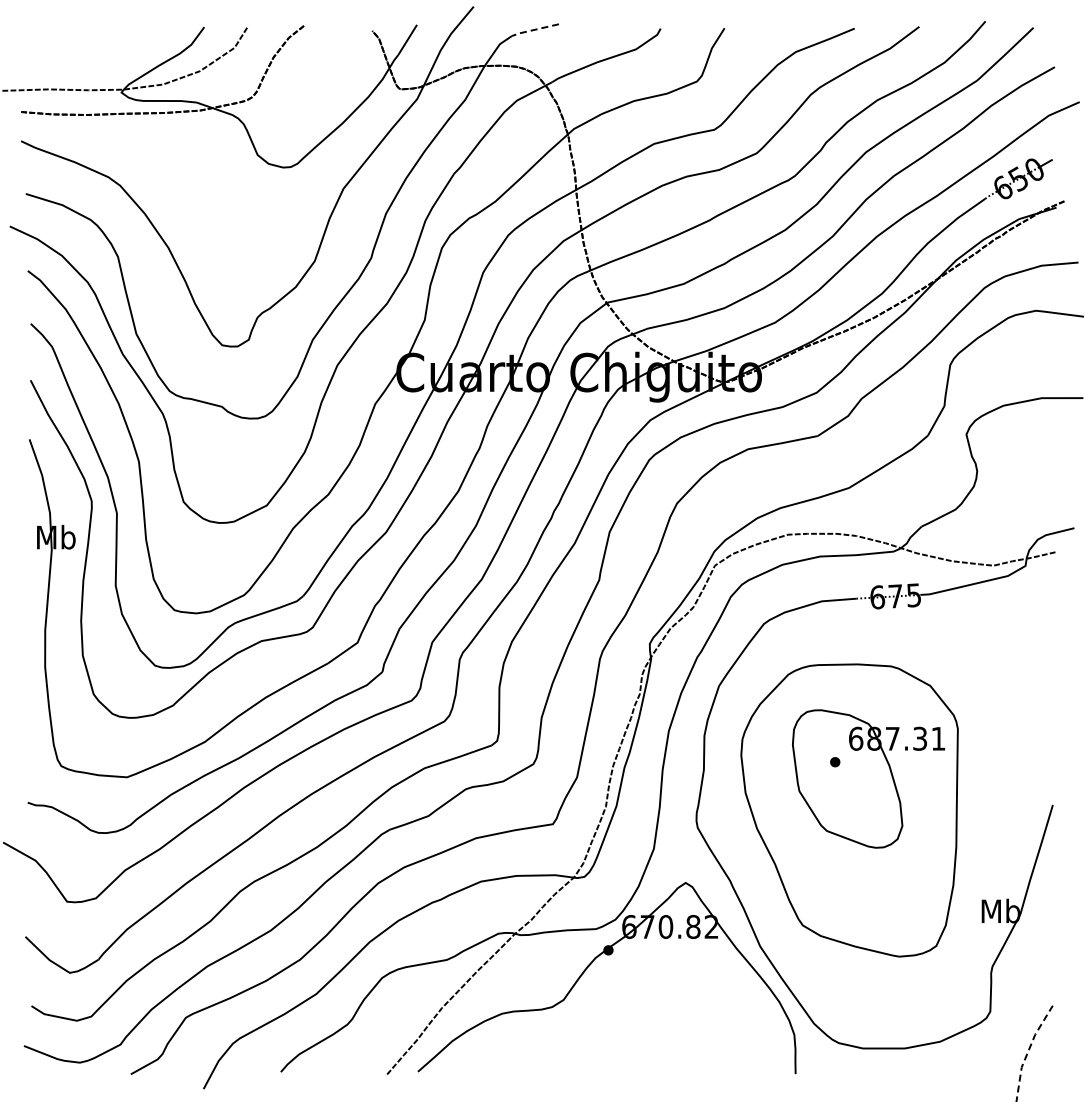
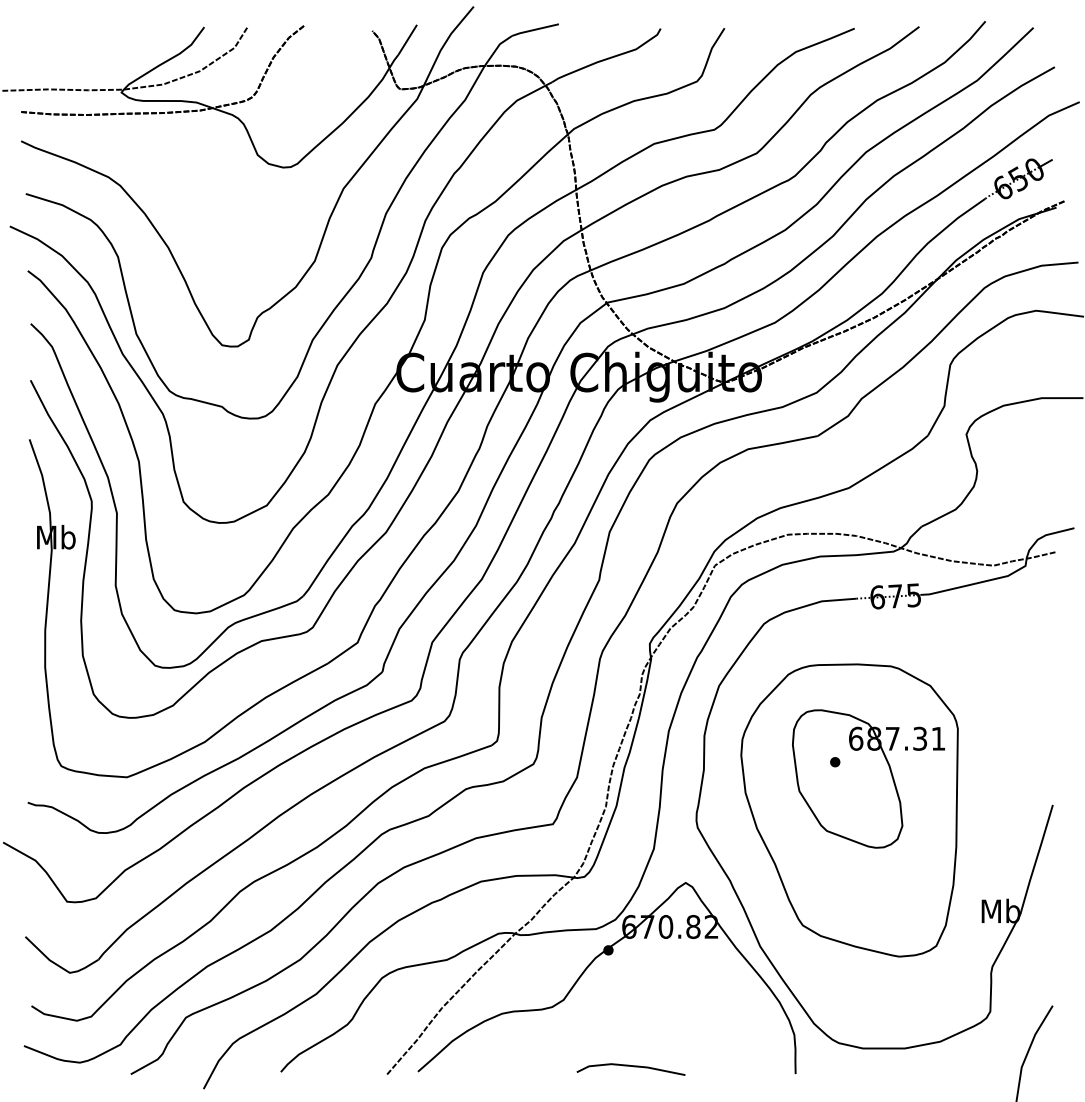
line at (534, 29): dashed -> solid
line at (1028, 1051): dashed -> solid
line at (630, 1066): none -> present
